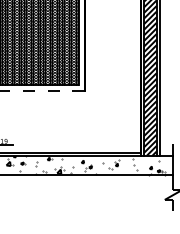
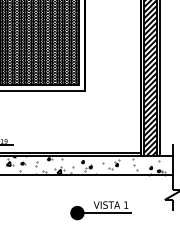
line at (43, 91): dashed -> solid
part at (100, 210): none -> present
